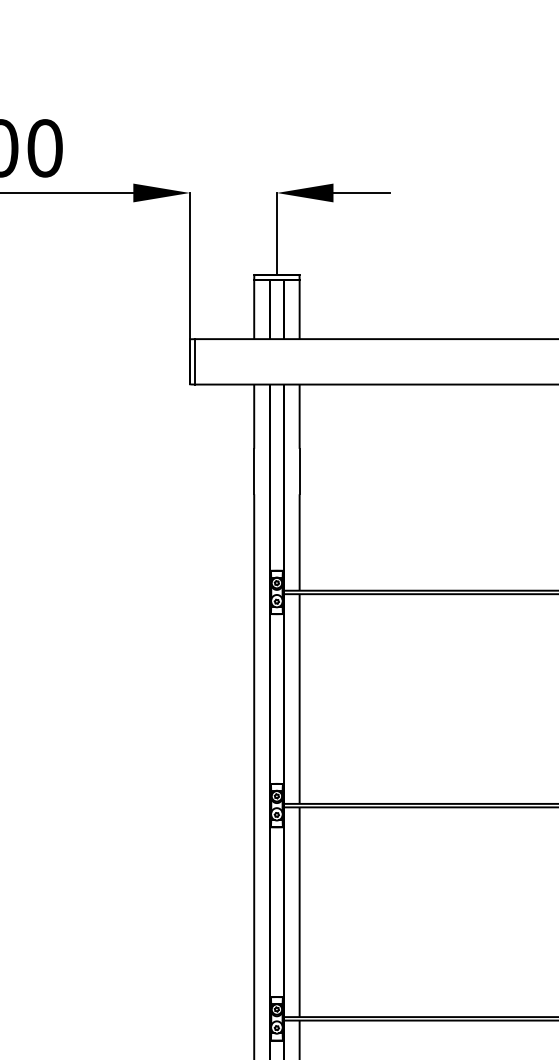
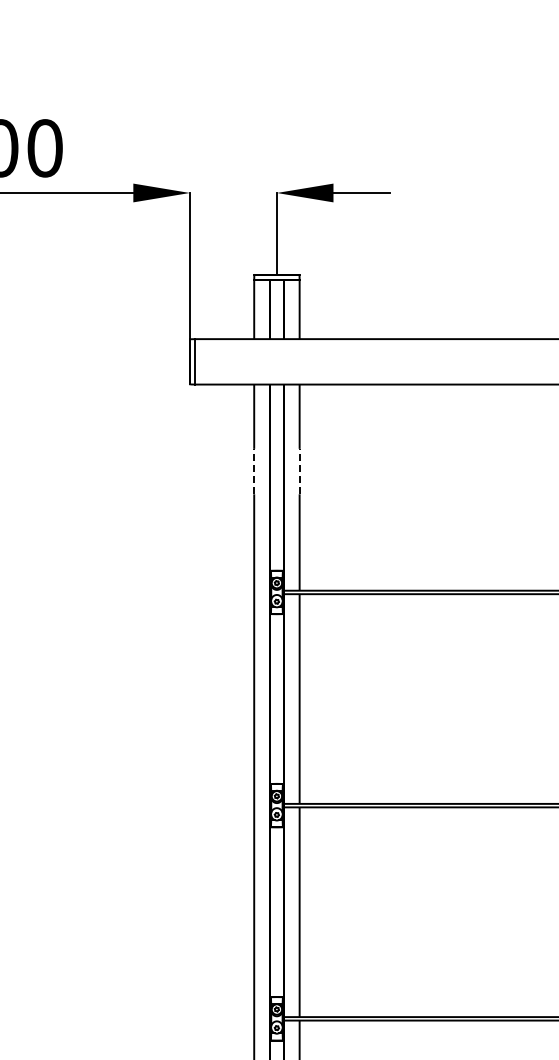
line at (254, 471): solid -> dashed
line at (299, 471): solid -> dashed
